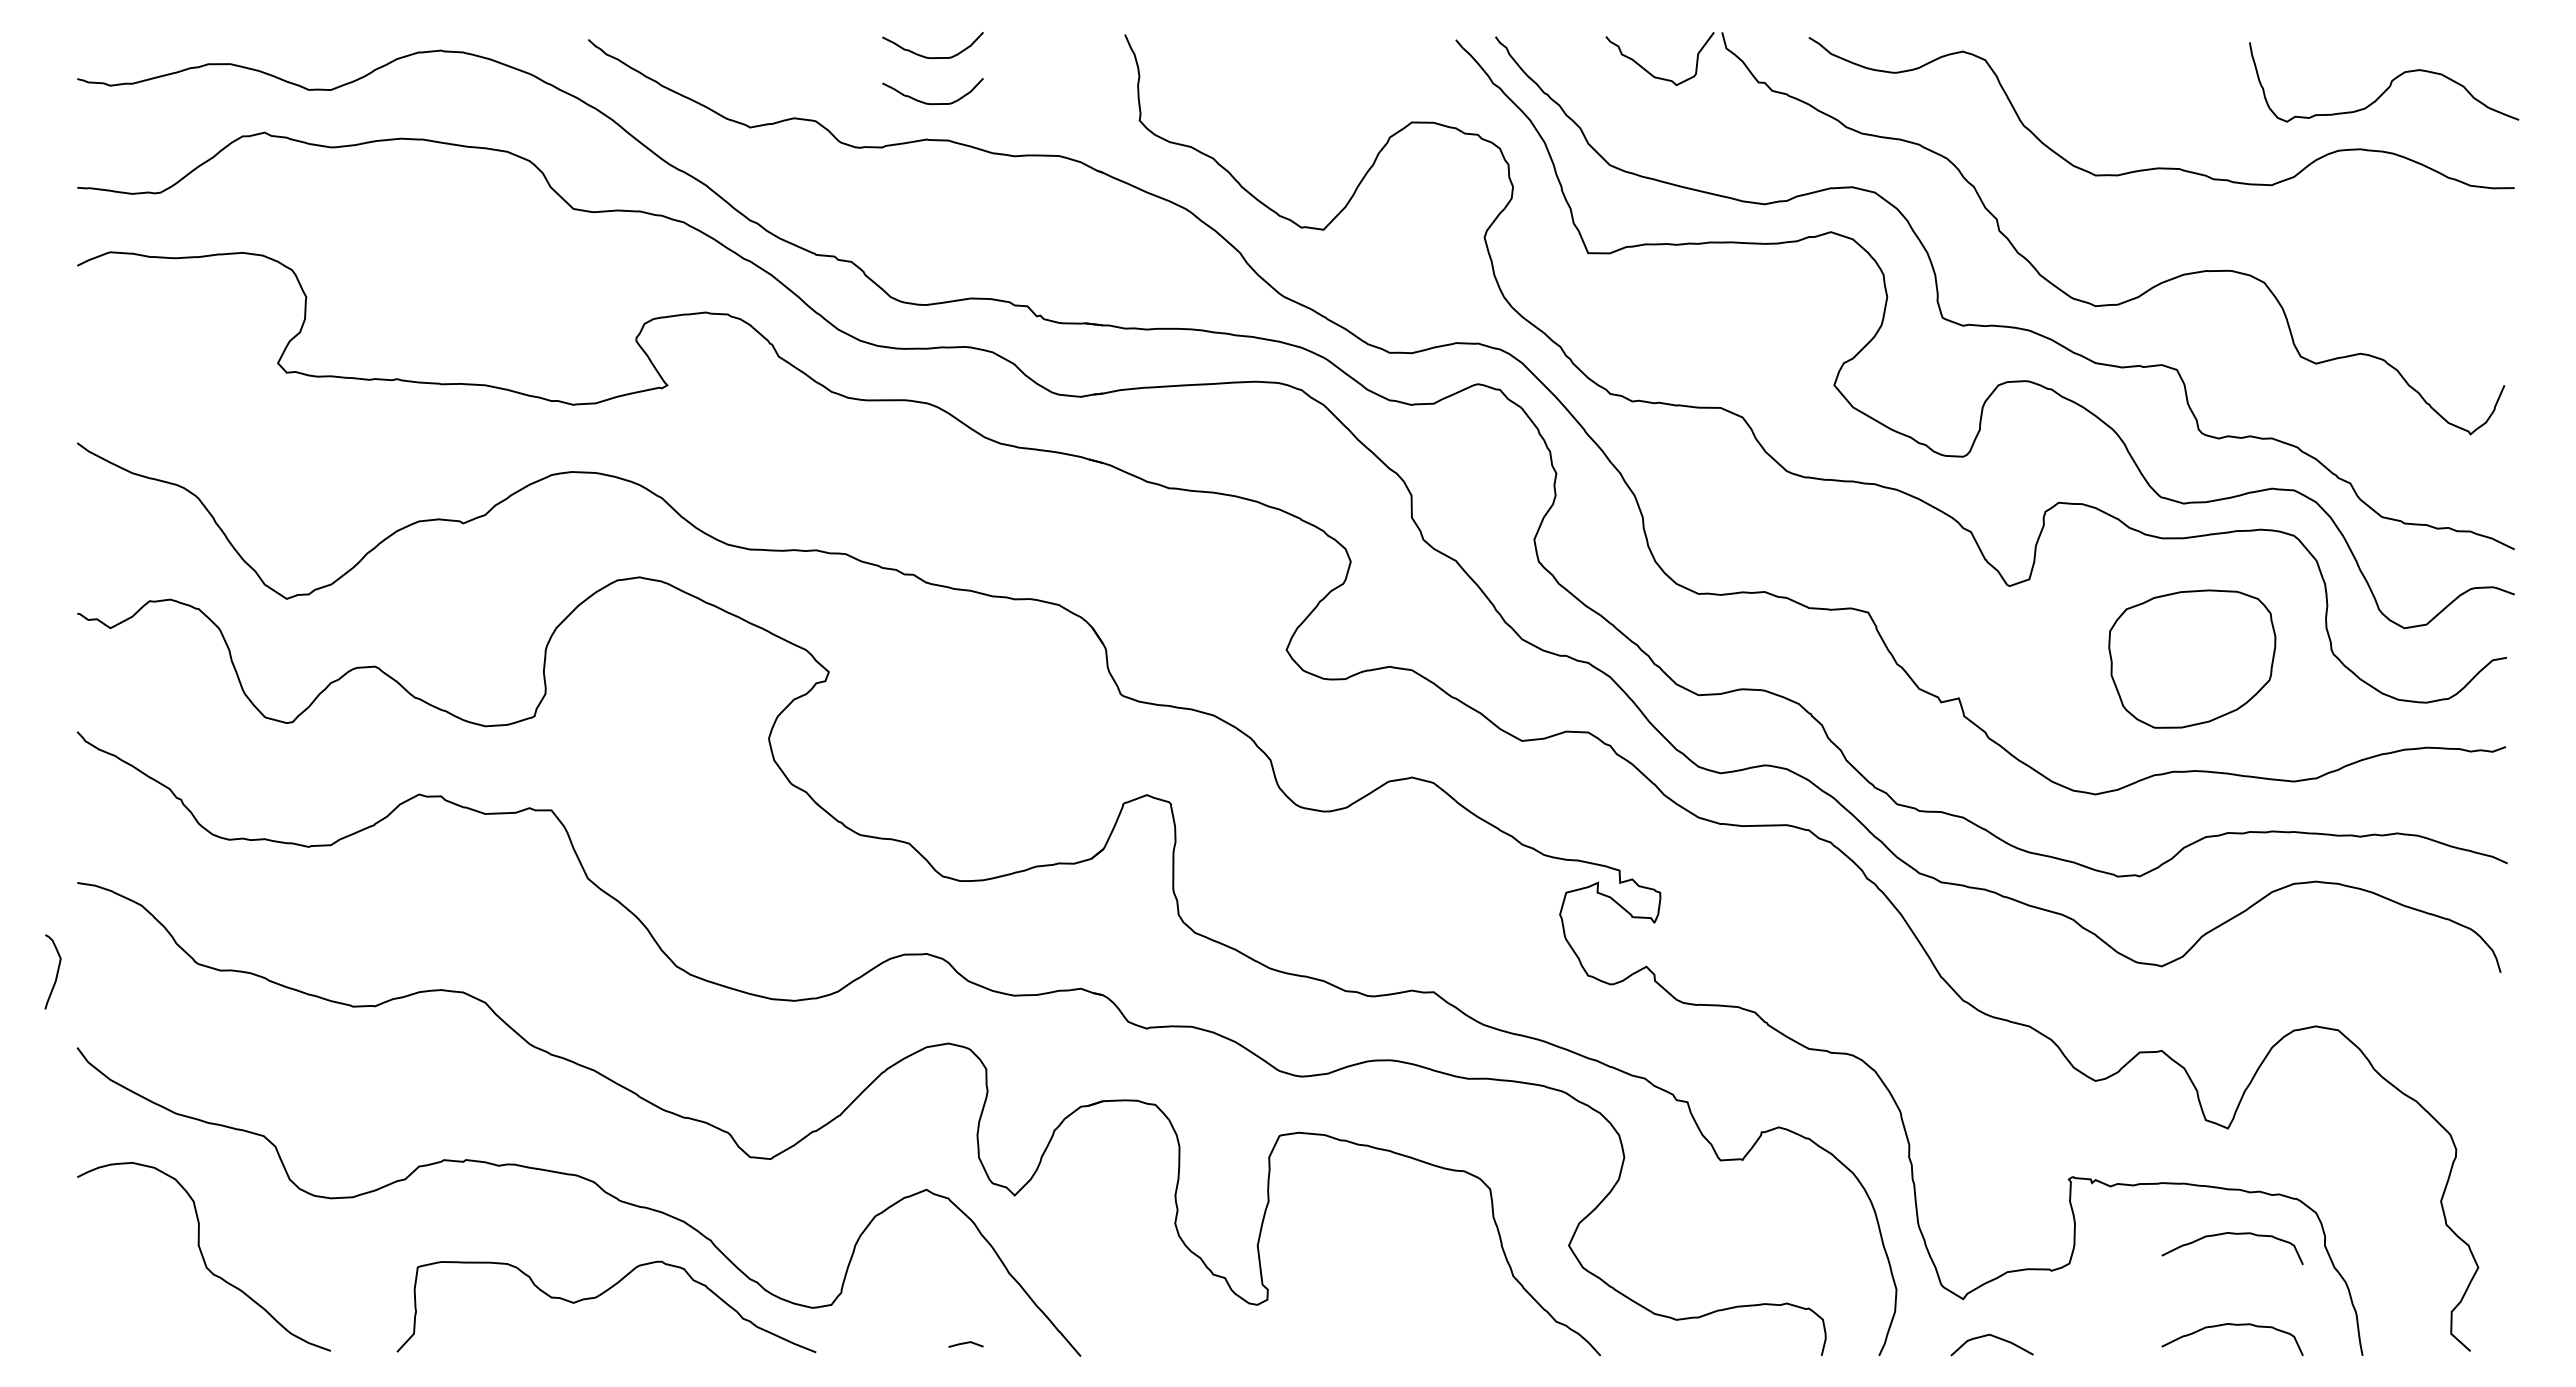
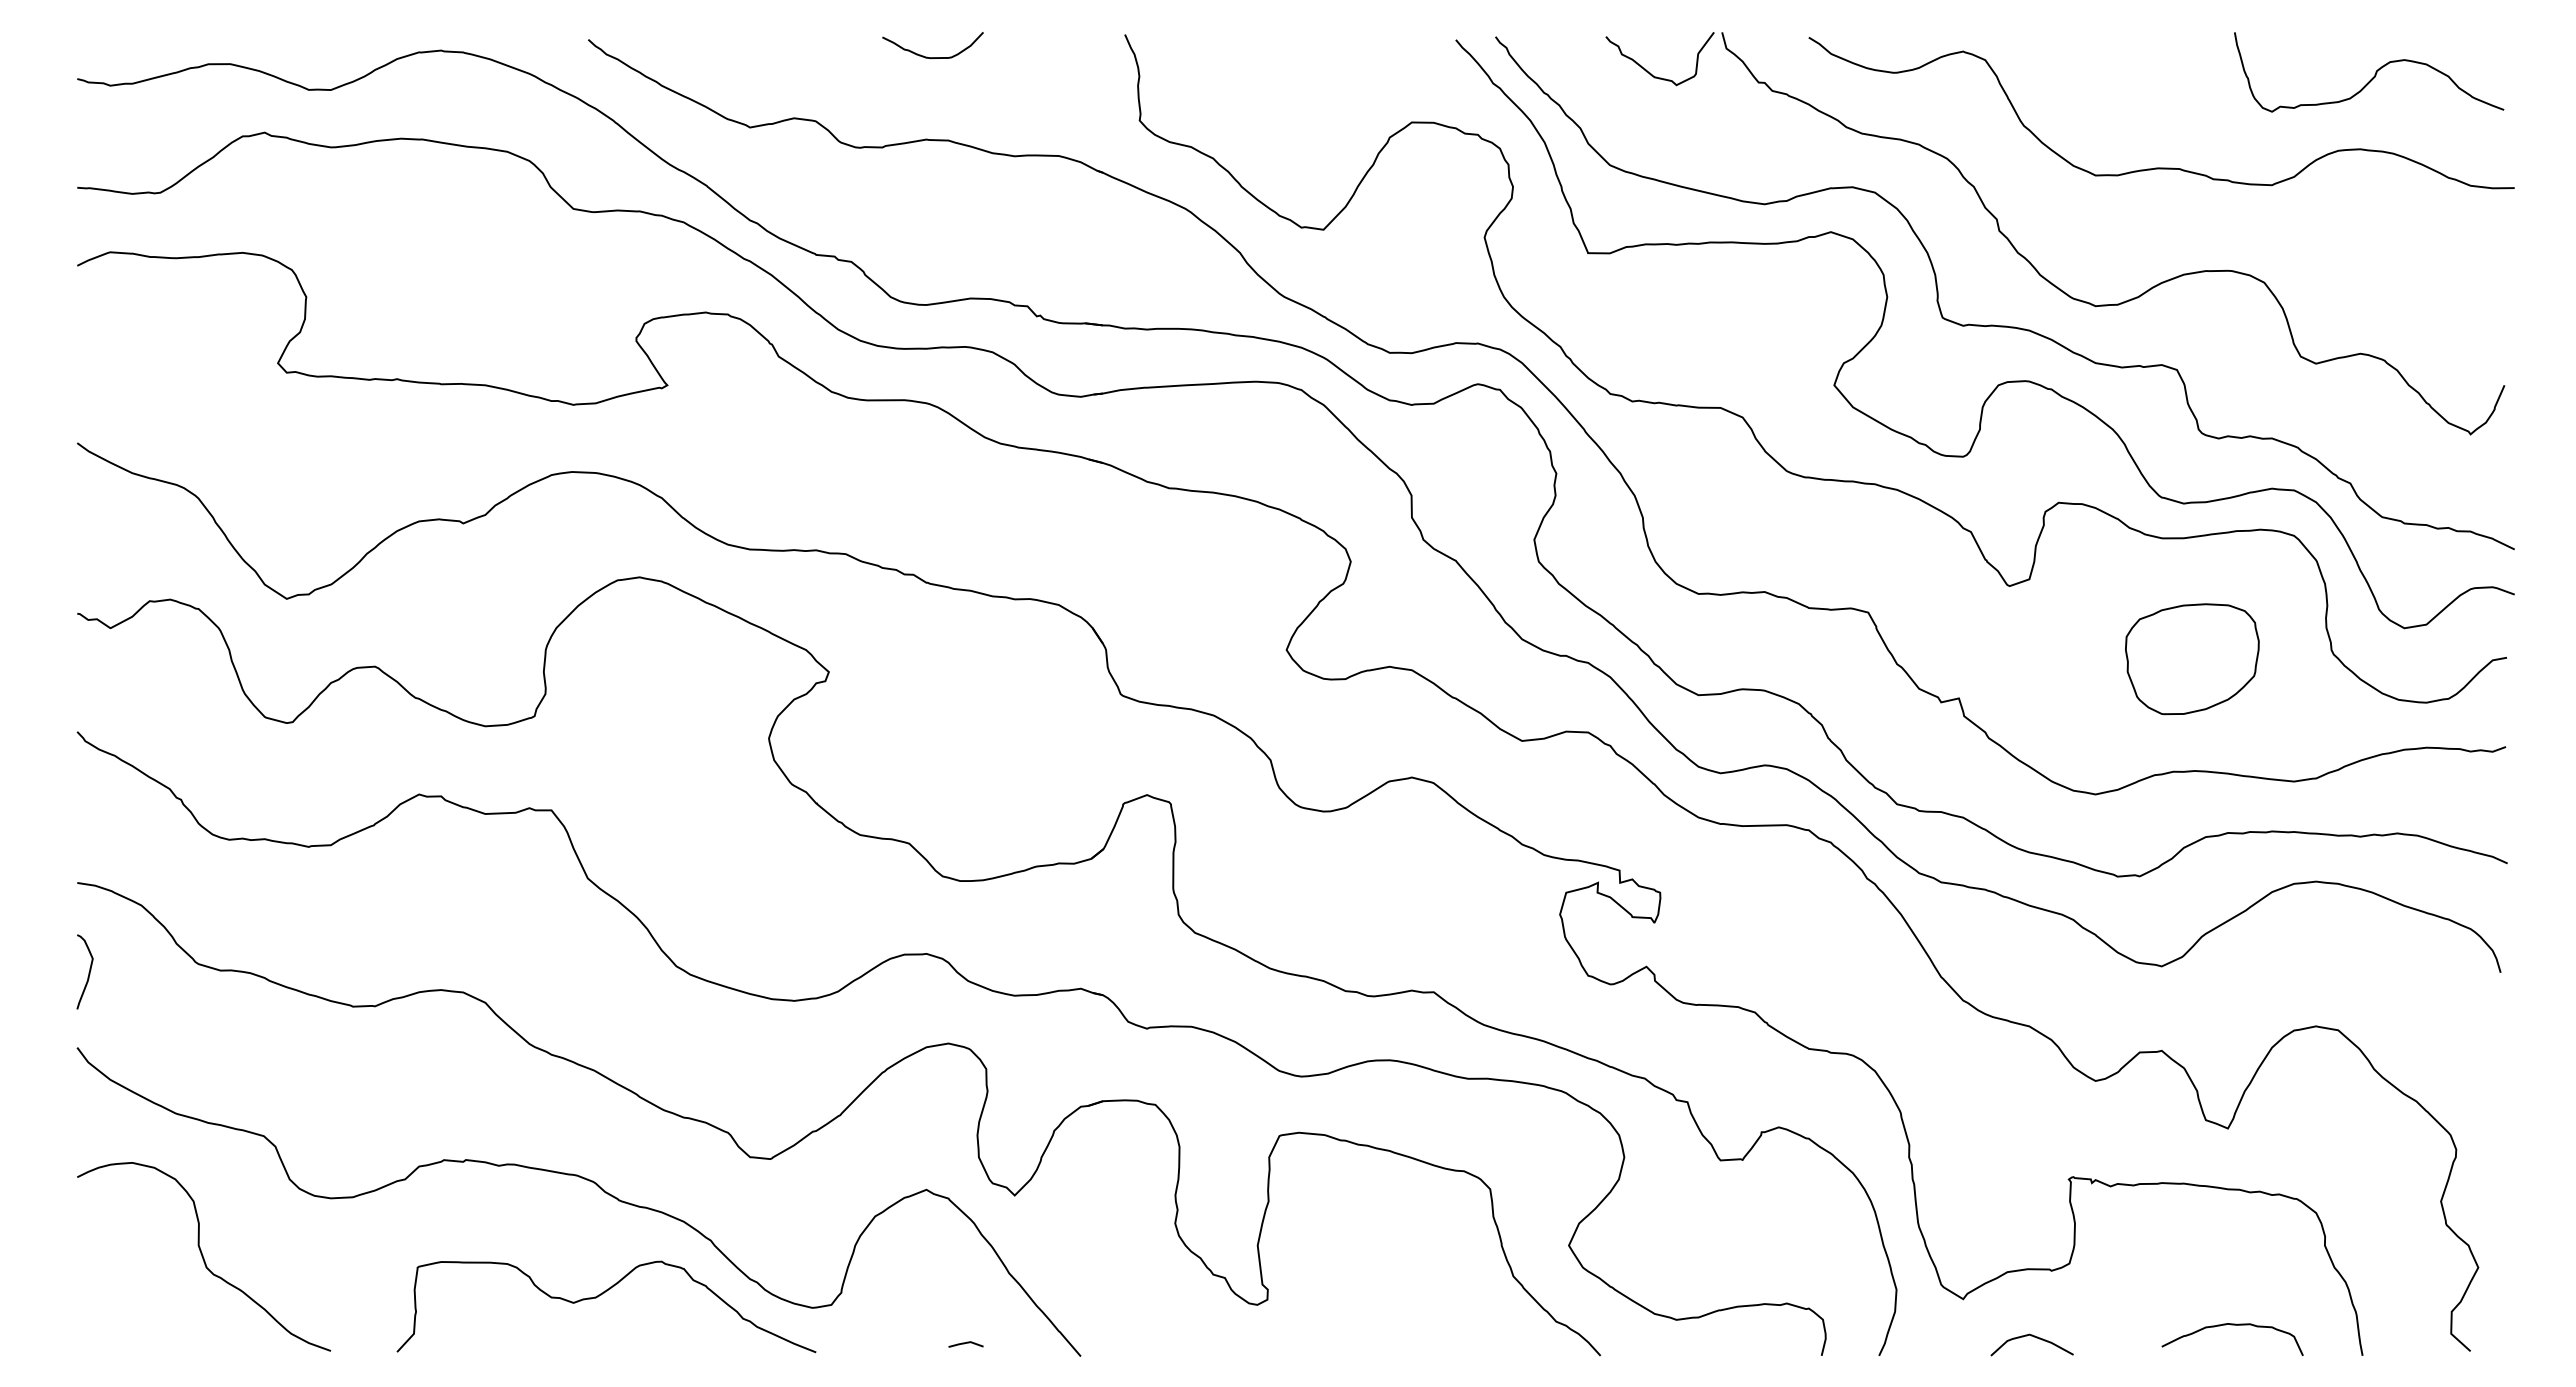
curve at (2389, 84) position: (2389, 84) -> (2374, 74)
curve at (932, 103): present -> none
part at (2192, 658) size: 169x140 px -> 135x113 px
curve at (56, 972) position: (56, 972) -> (88, 972)
curve at (2232, 1234): present -> none
curve at (1993, 1337) position: (1993, 1337) -> (2033, 1337)
